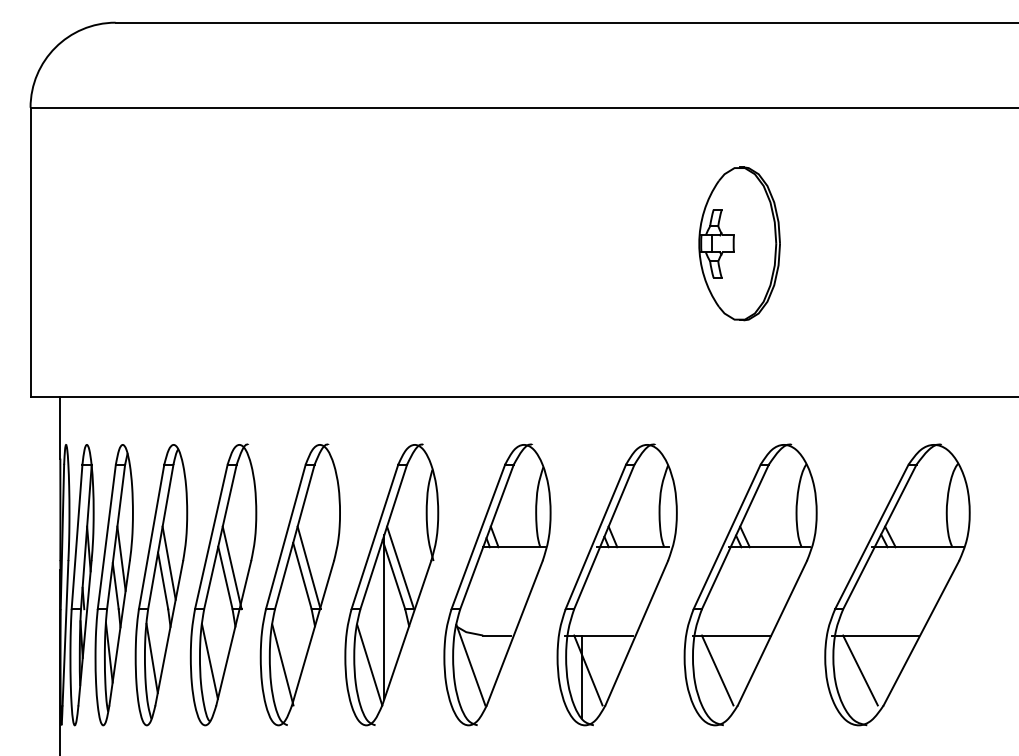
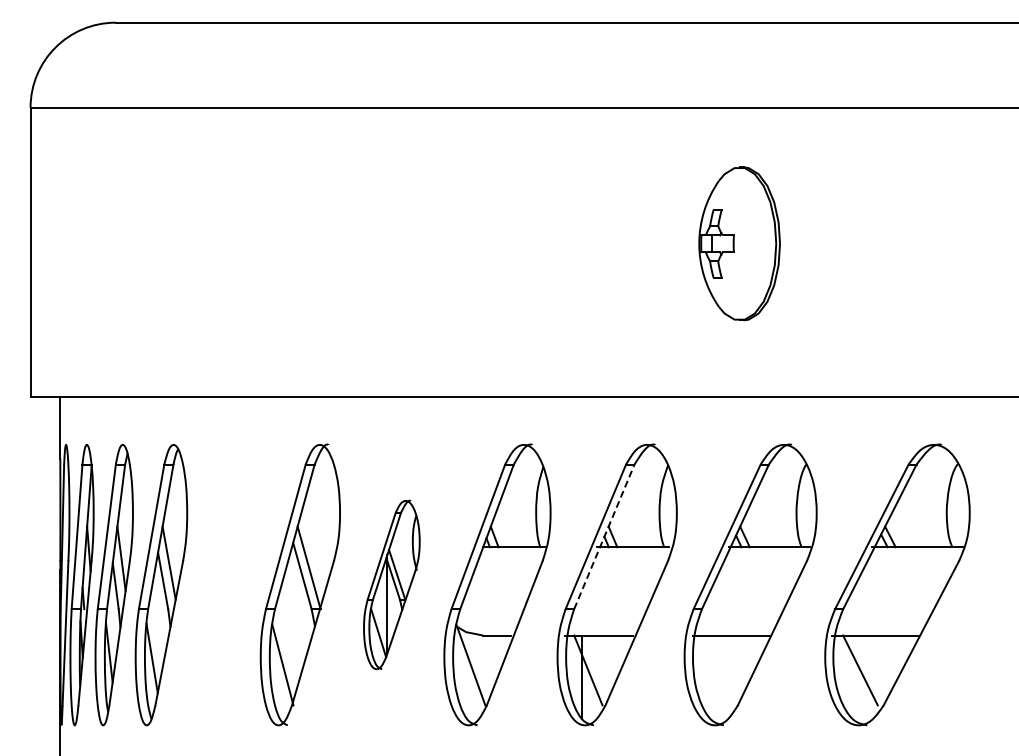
line at (604, 536): solid -> dashed
part at (223, 584): present -> none
part at (391, 584) size: 96x284 px -> 58x172 px
line at (717, 670): present -> none
